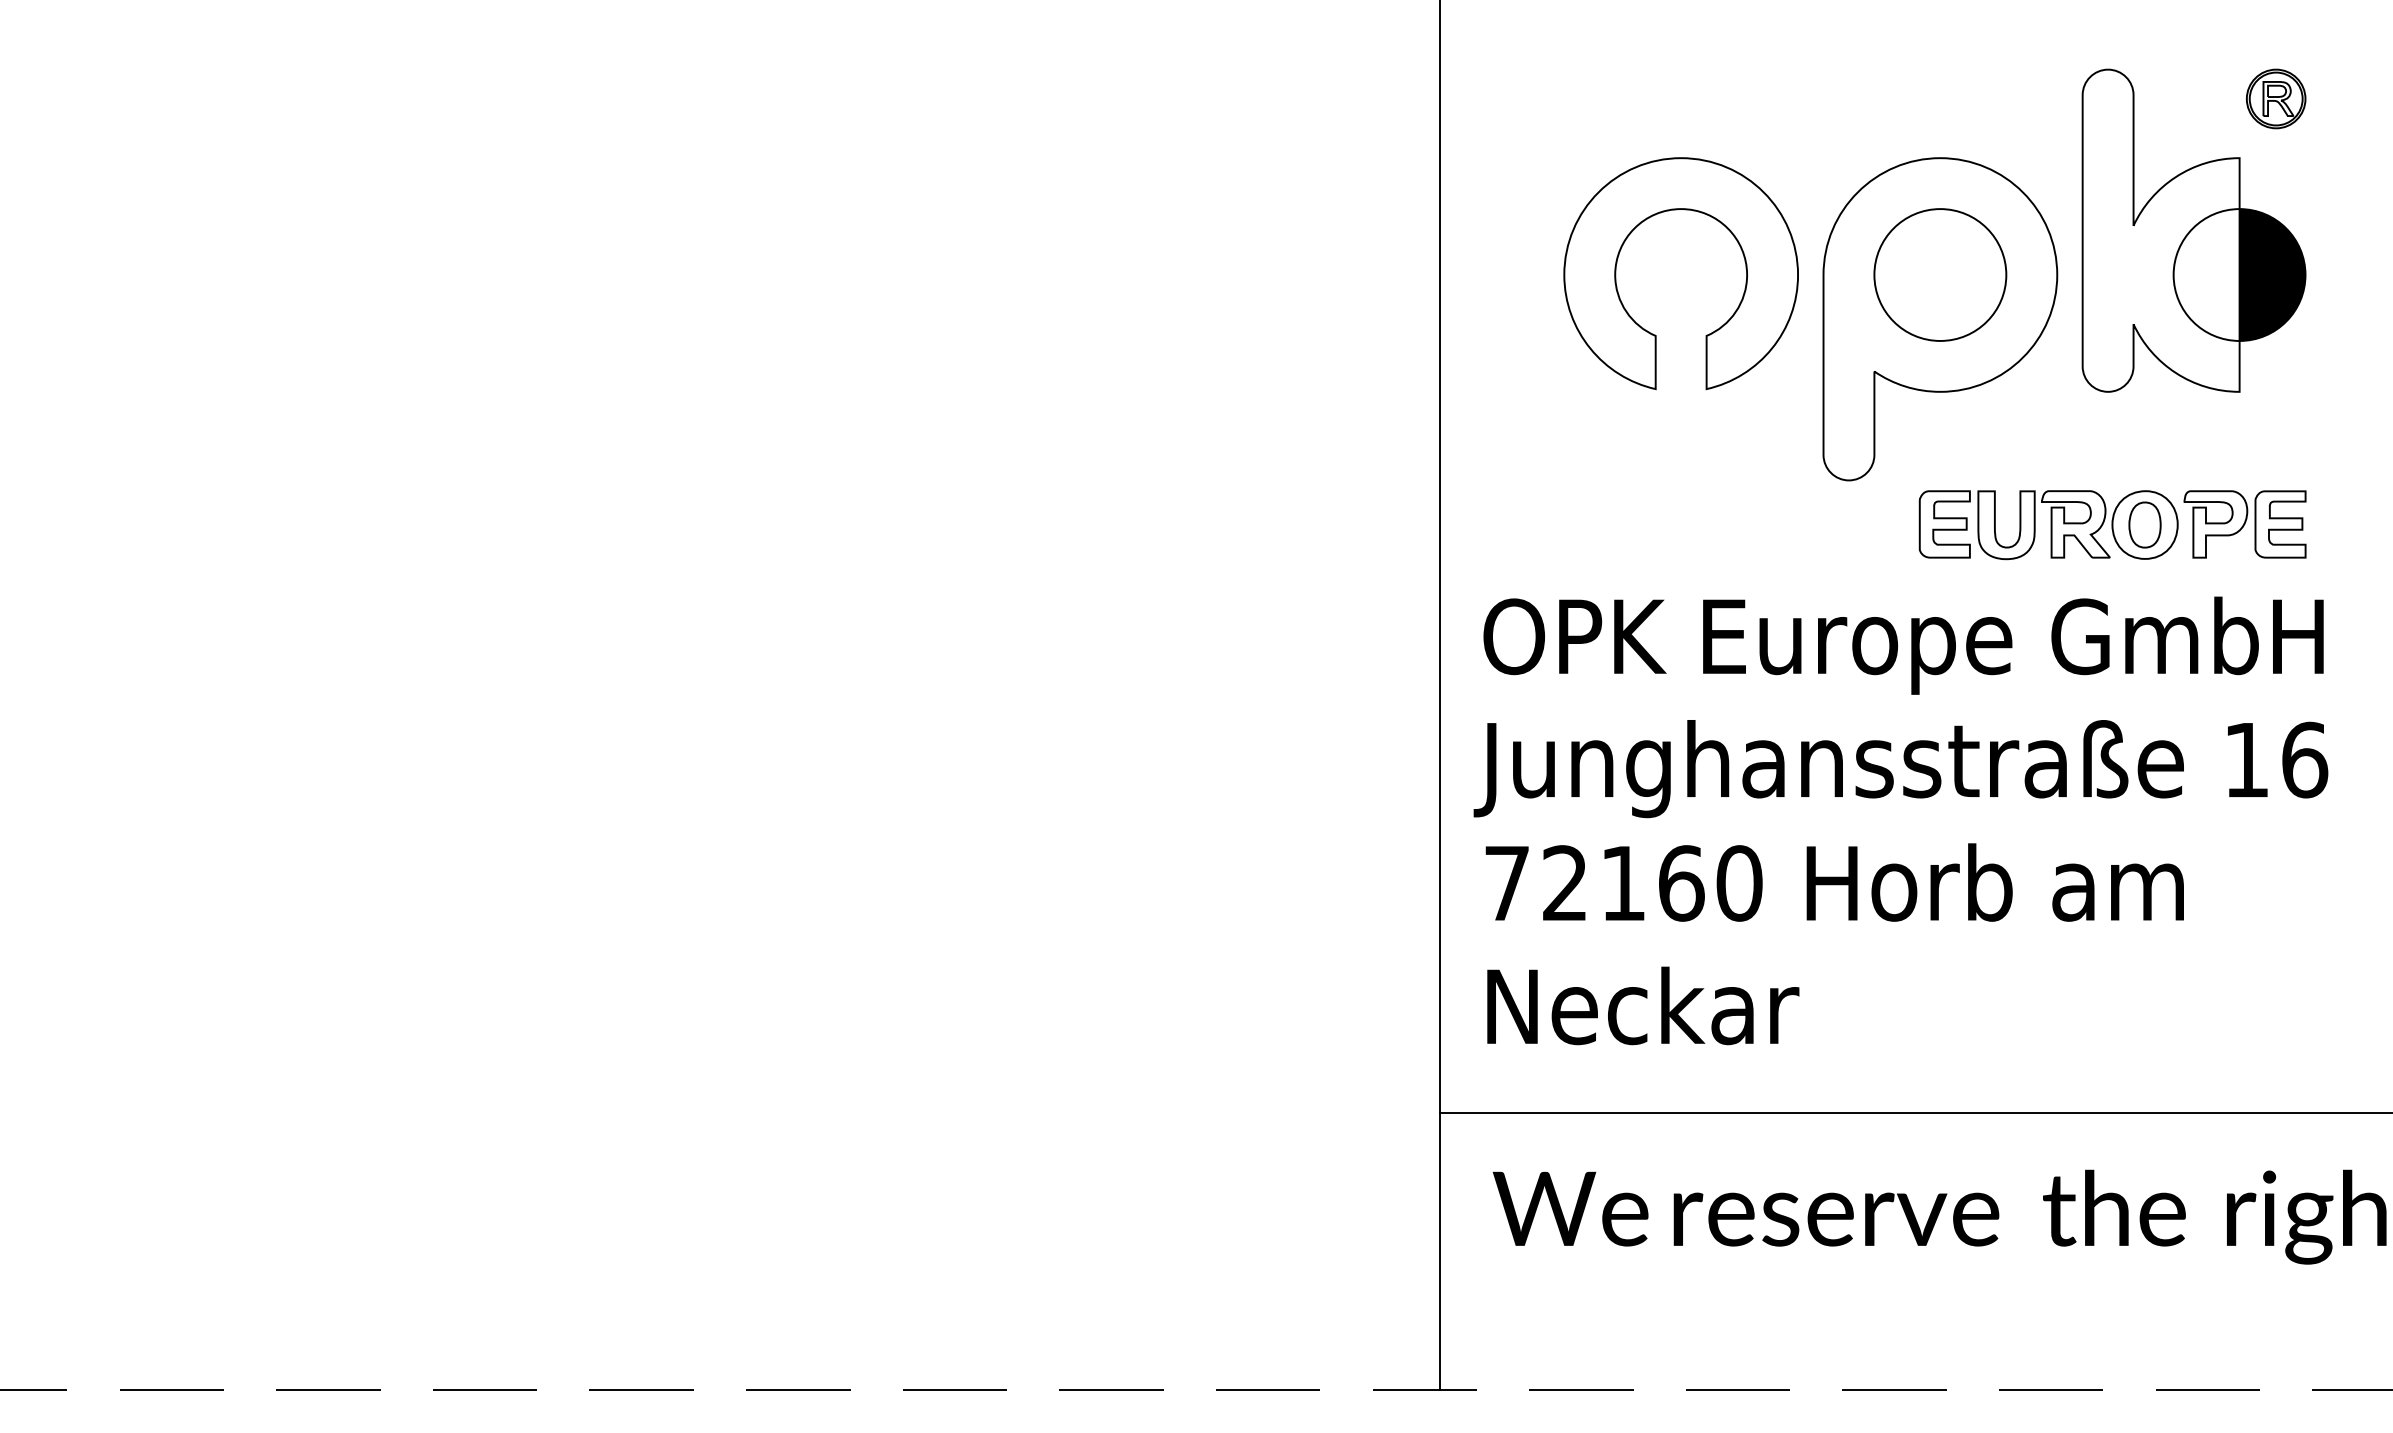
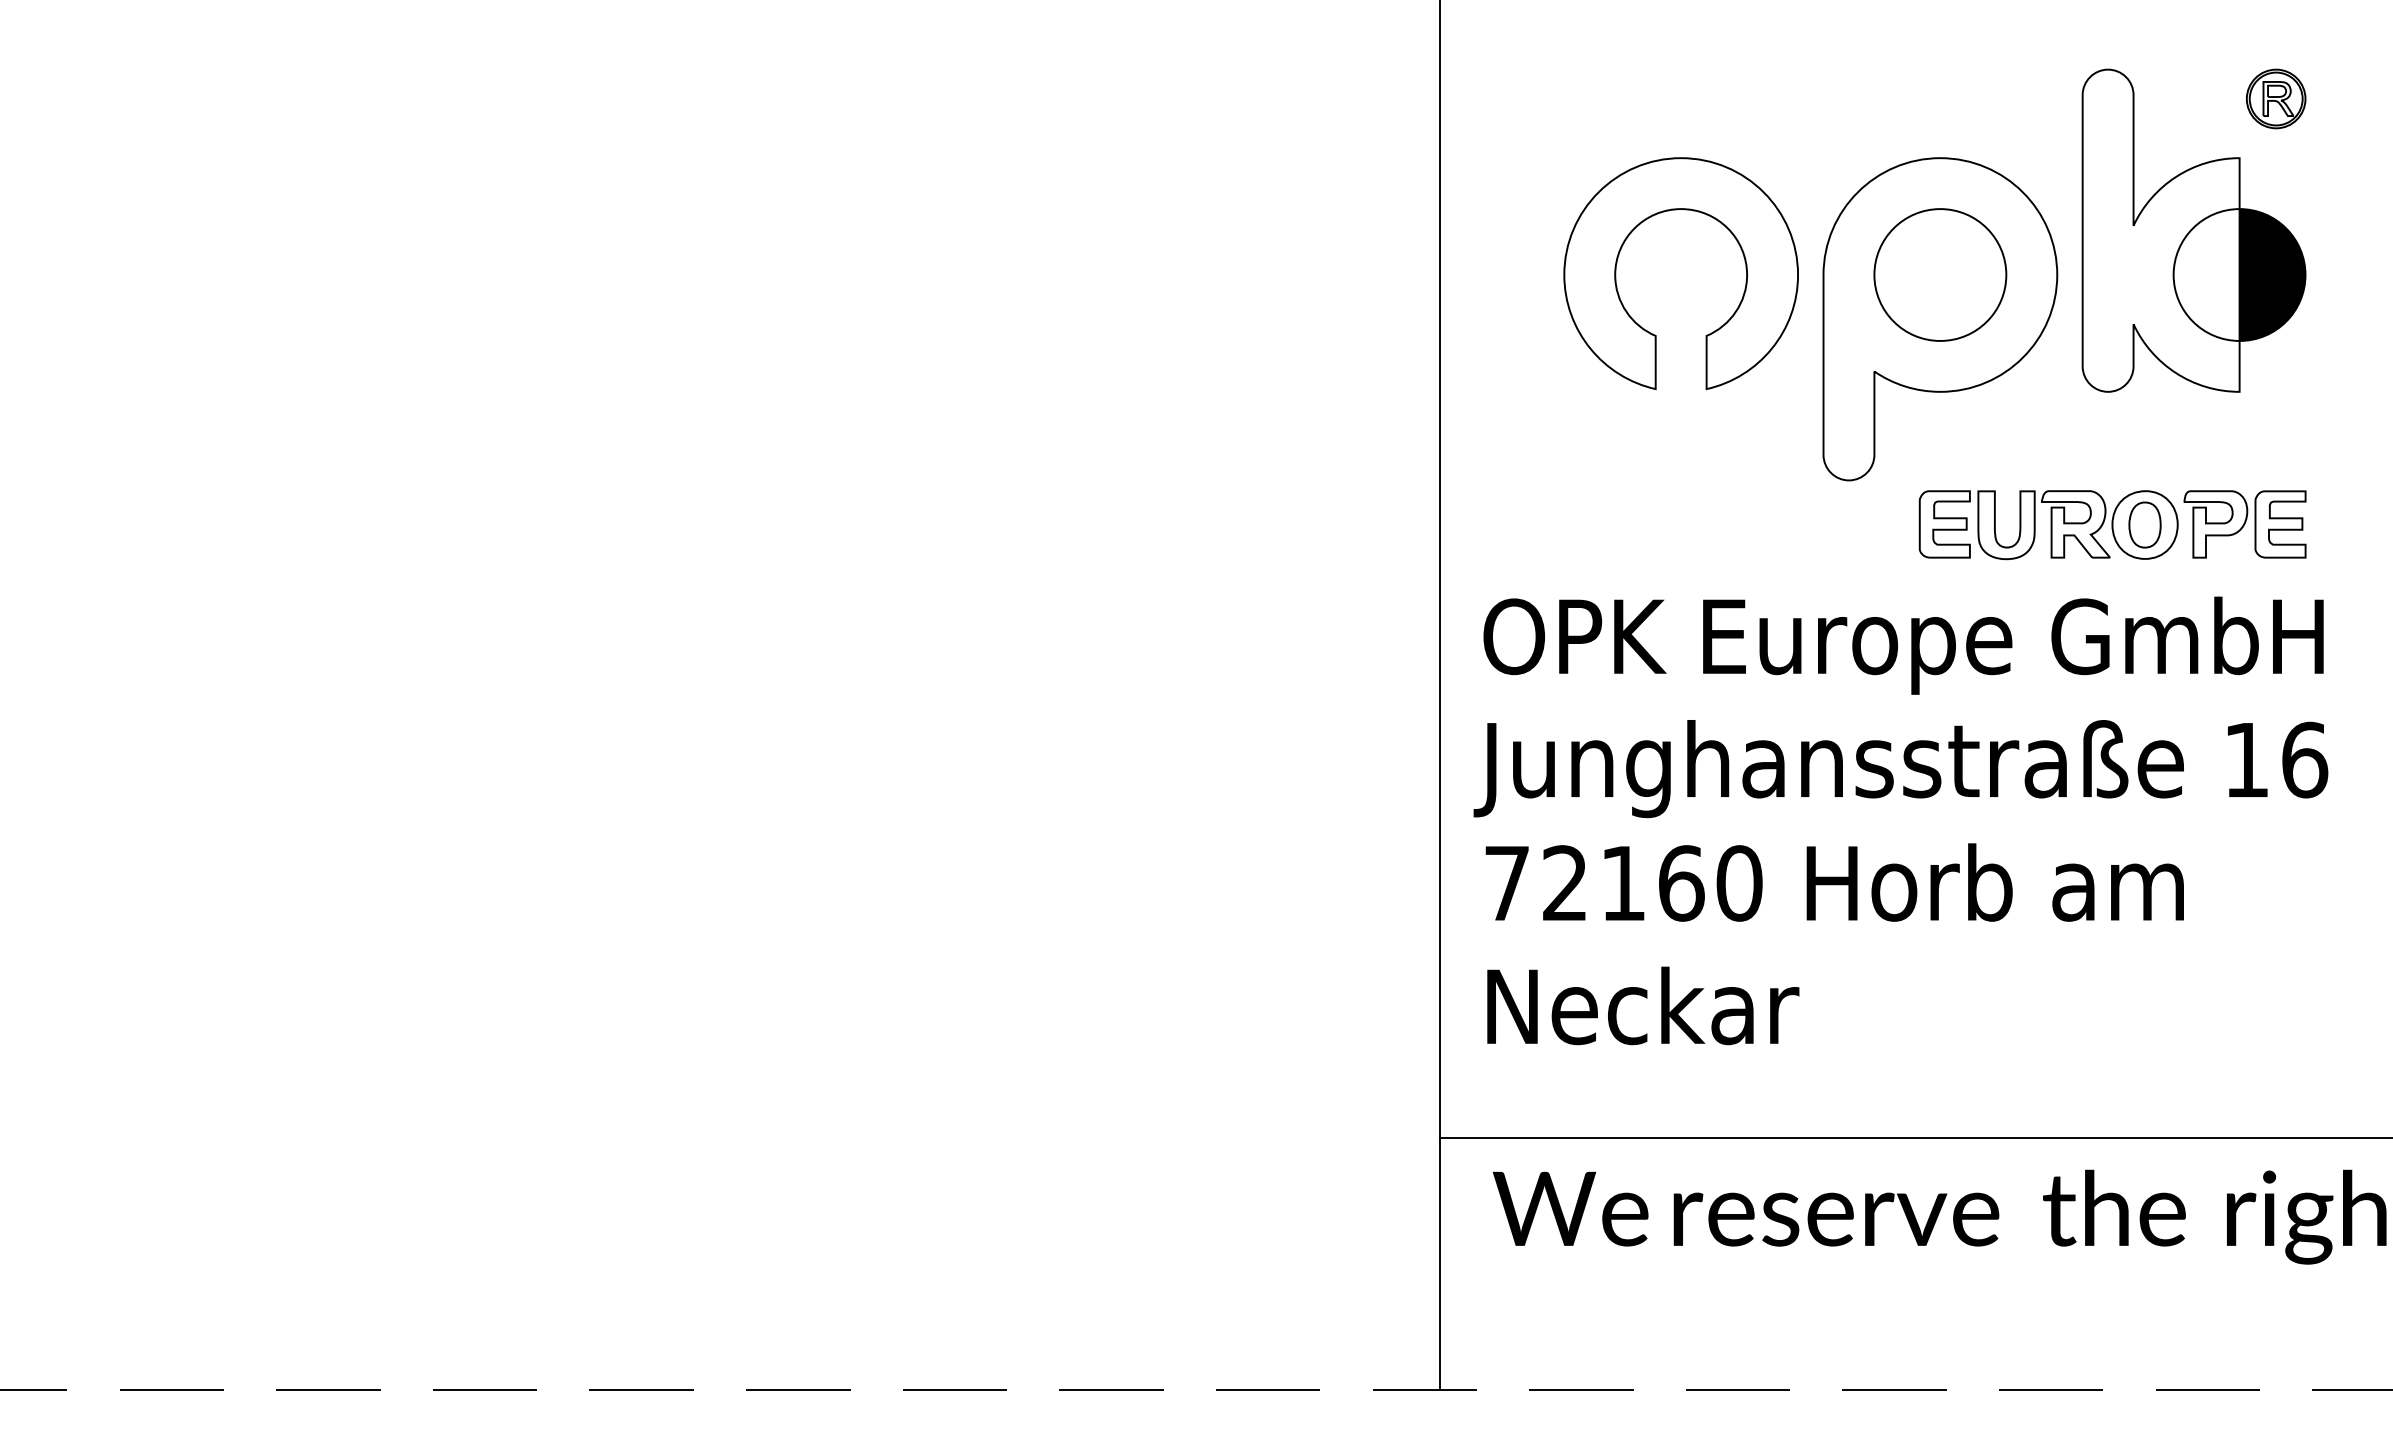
line at (1914, 1112) position: (1914, 1112) -> (1914, 1137)
